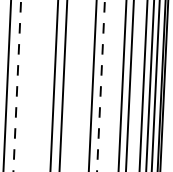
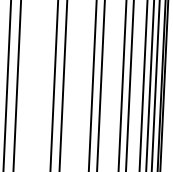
line at (17, 85): dashed -> solid
line at (101, 85): dashed -> solid
